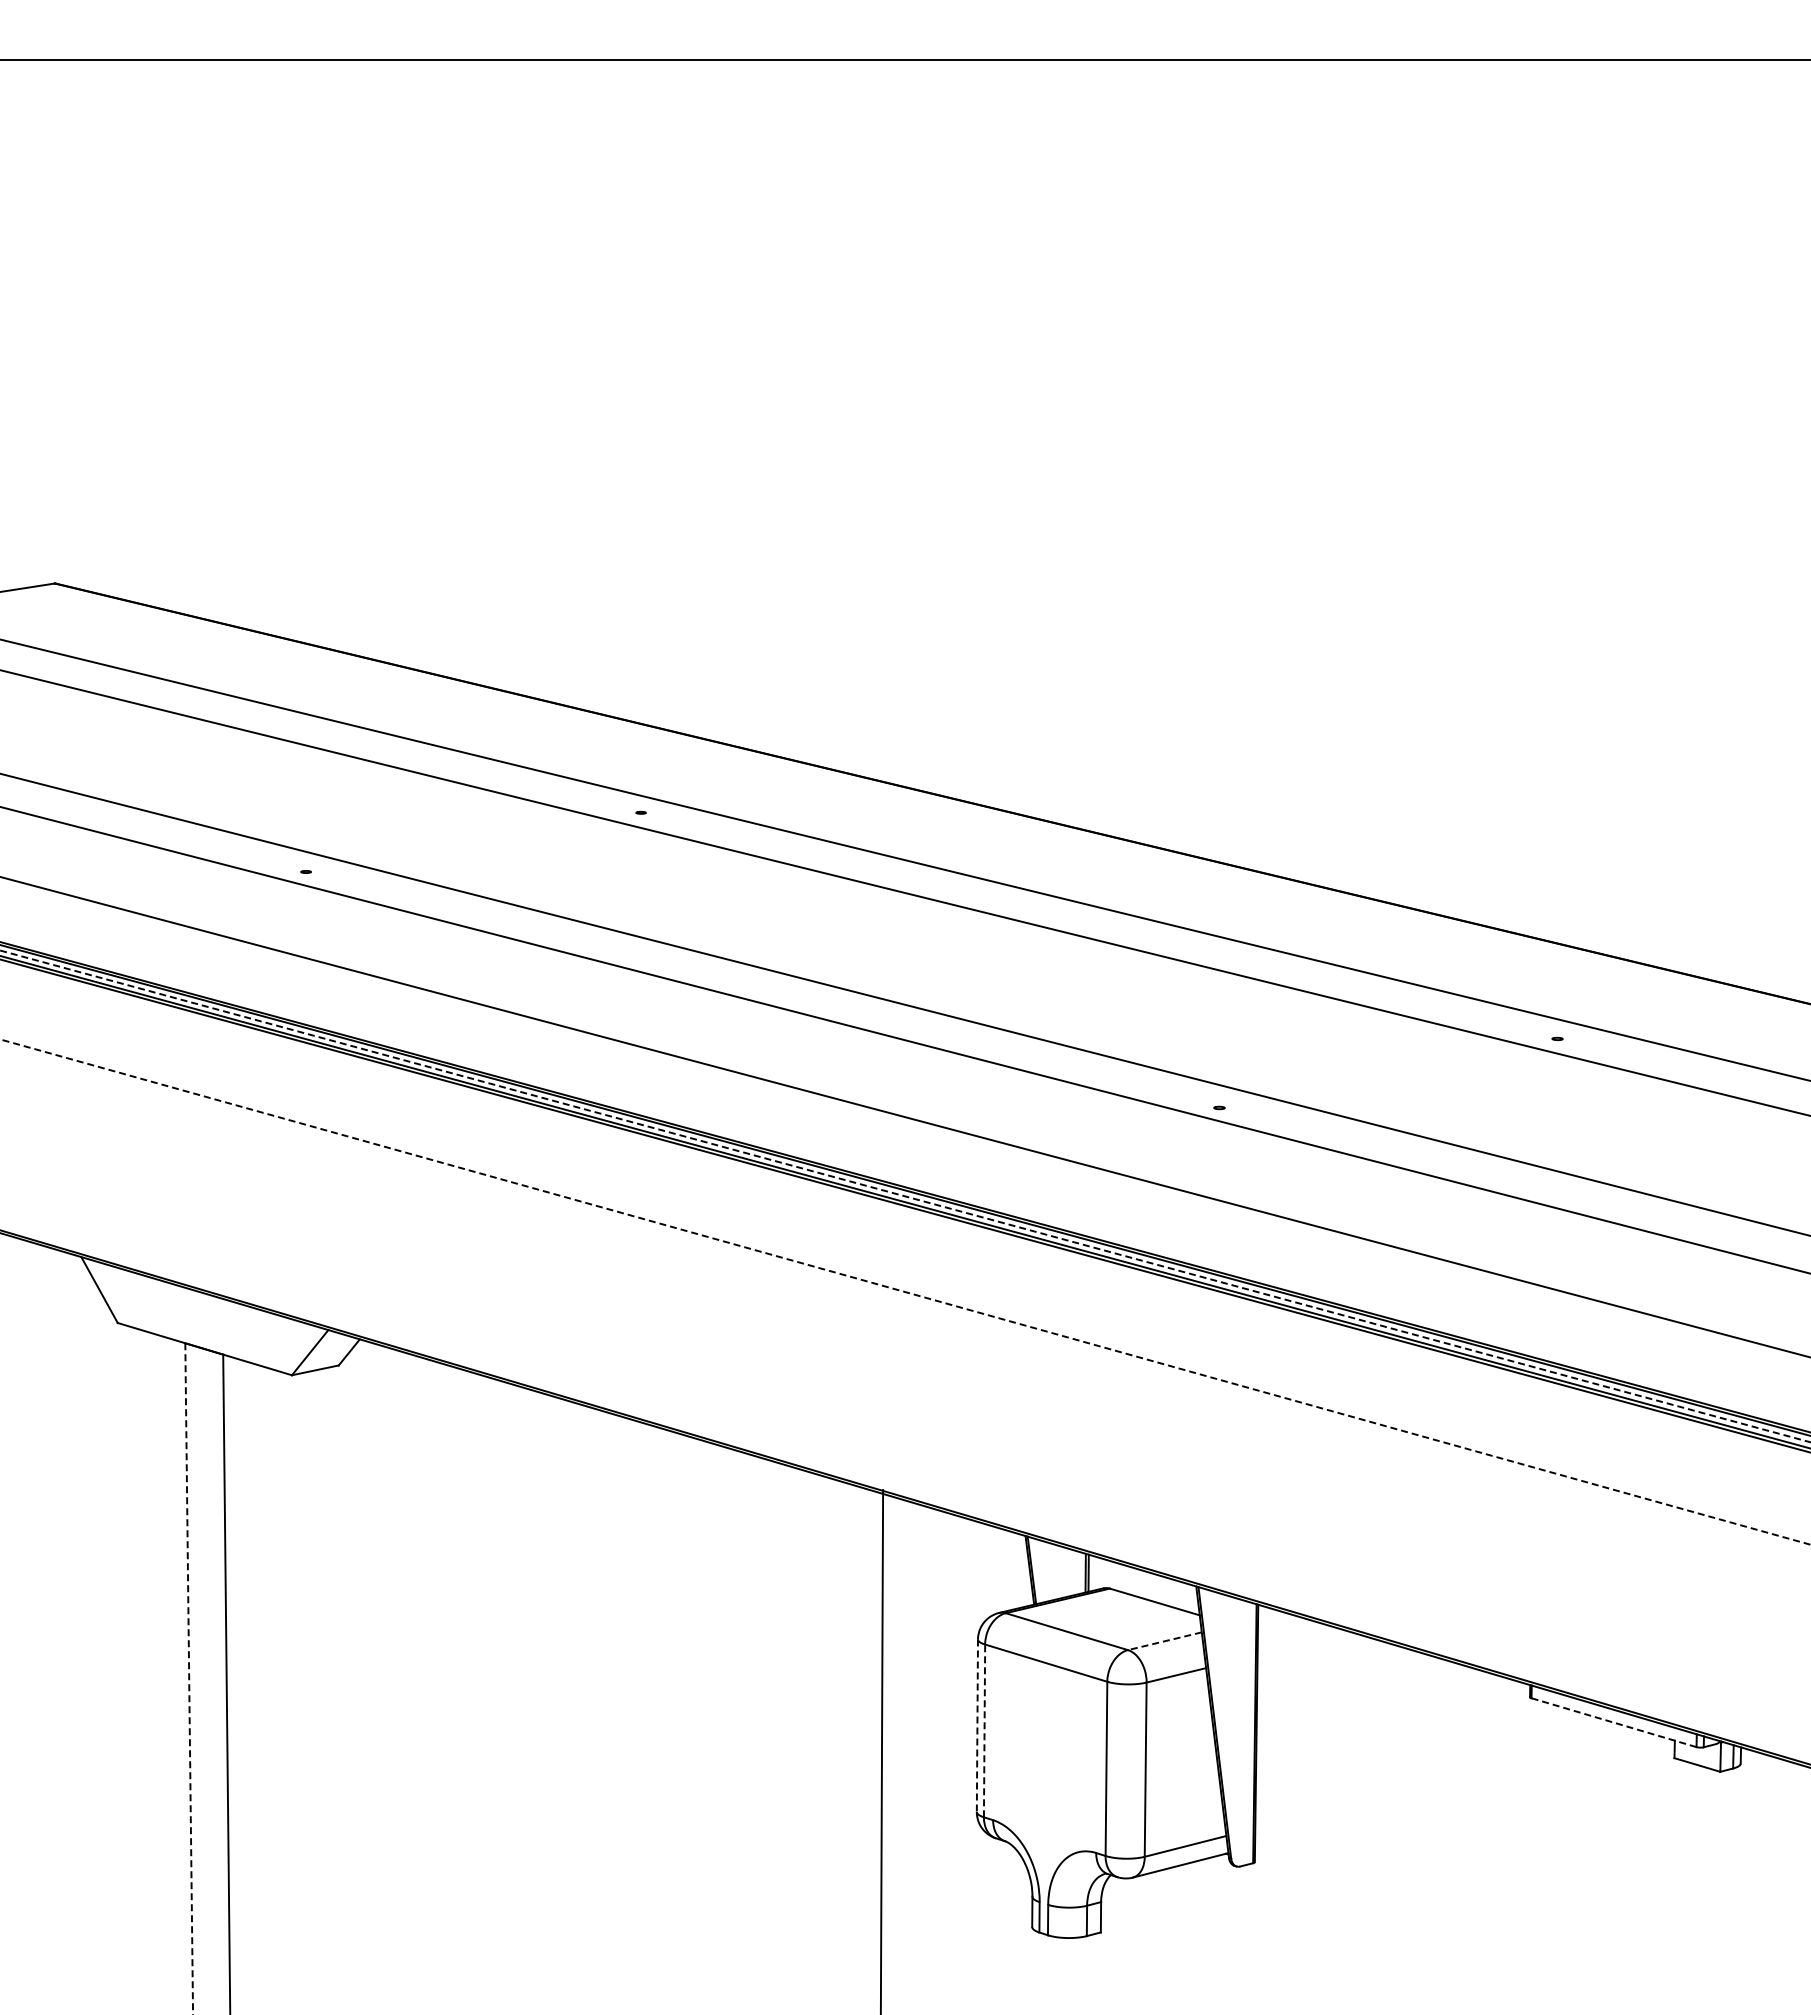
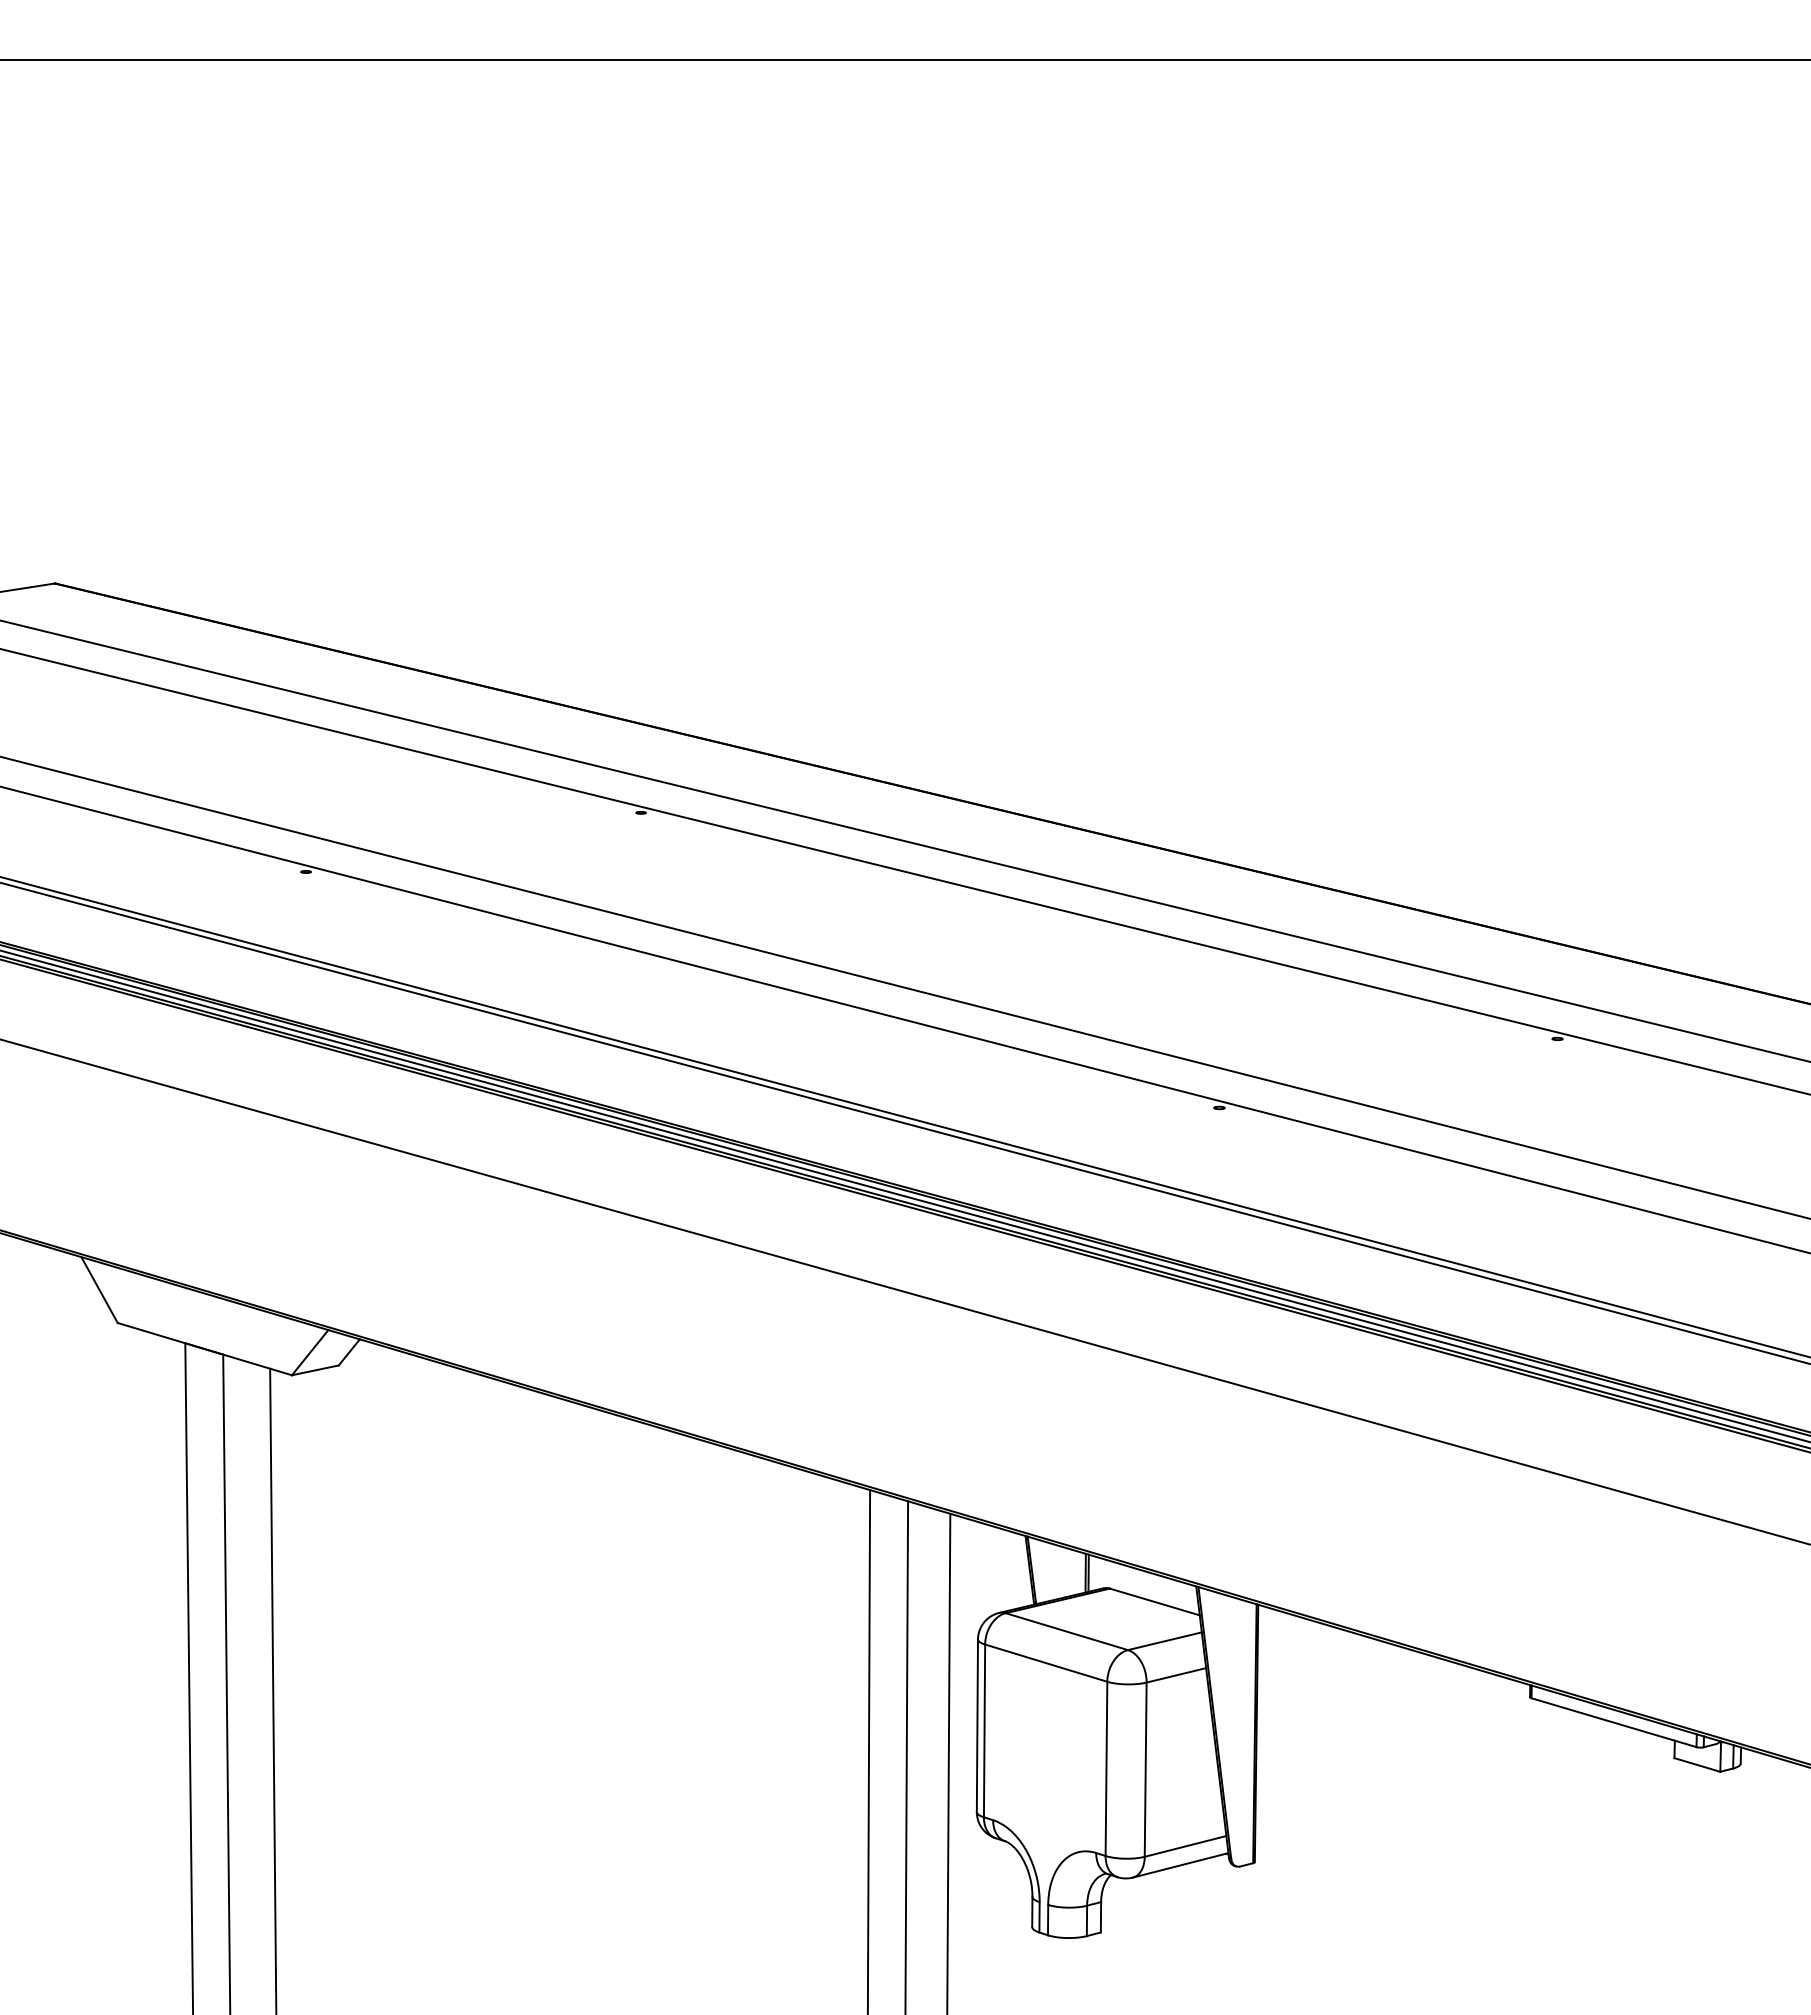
line at (904, 859) position: (904, 859) -> (904, 841)
line at (904, 892) position: (904, 892) -> (904, 871)
line at (904, 1004) position: (904, 1004) -> (904, 987)
line at (904, 1040) position: (904, 1040) -> (904, 1019)
line at (904, 1123): none -> present
line at (905, 1196): dashed -> solid
line at (905, 1292): dashed -> solid
line at (1164, 1641): dashed -> solid
line at (189, 1678): dashed -> solid
line at (273, 1689): none -> present
line at (1613, 1722): dashed -> solid
line at (977, 1726): dashed -> solid
line at (984, 1730): dashed -> solid
line at (881, 1750) position: (881, 1750) -> (868, 1750)
line at (906, 1756): none -> present
line at (948, 1762): none -> present
